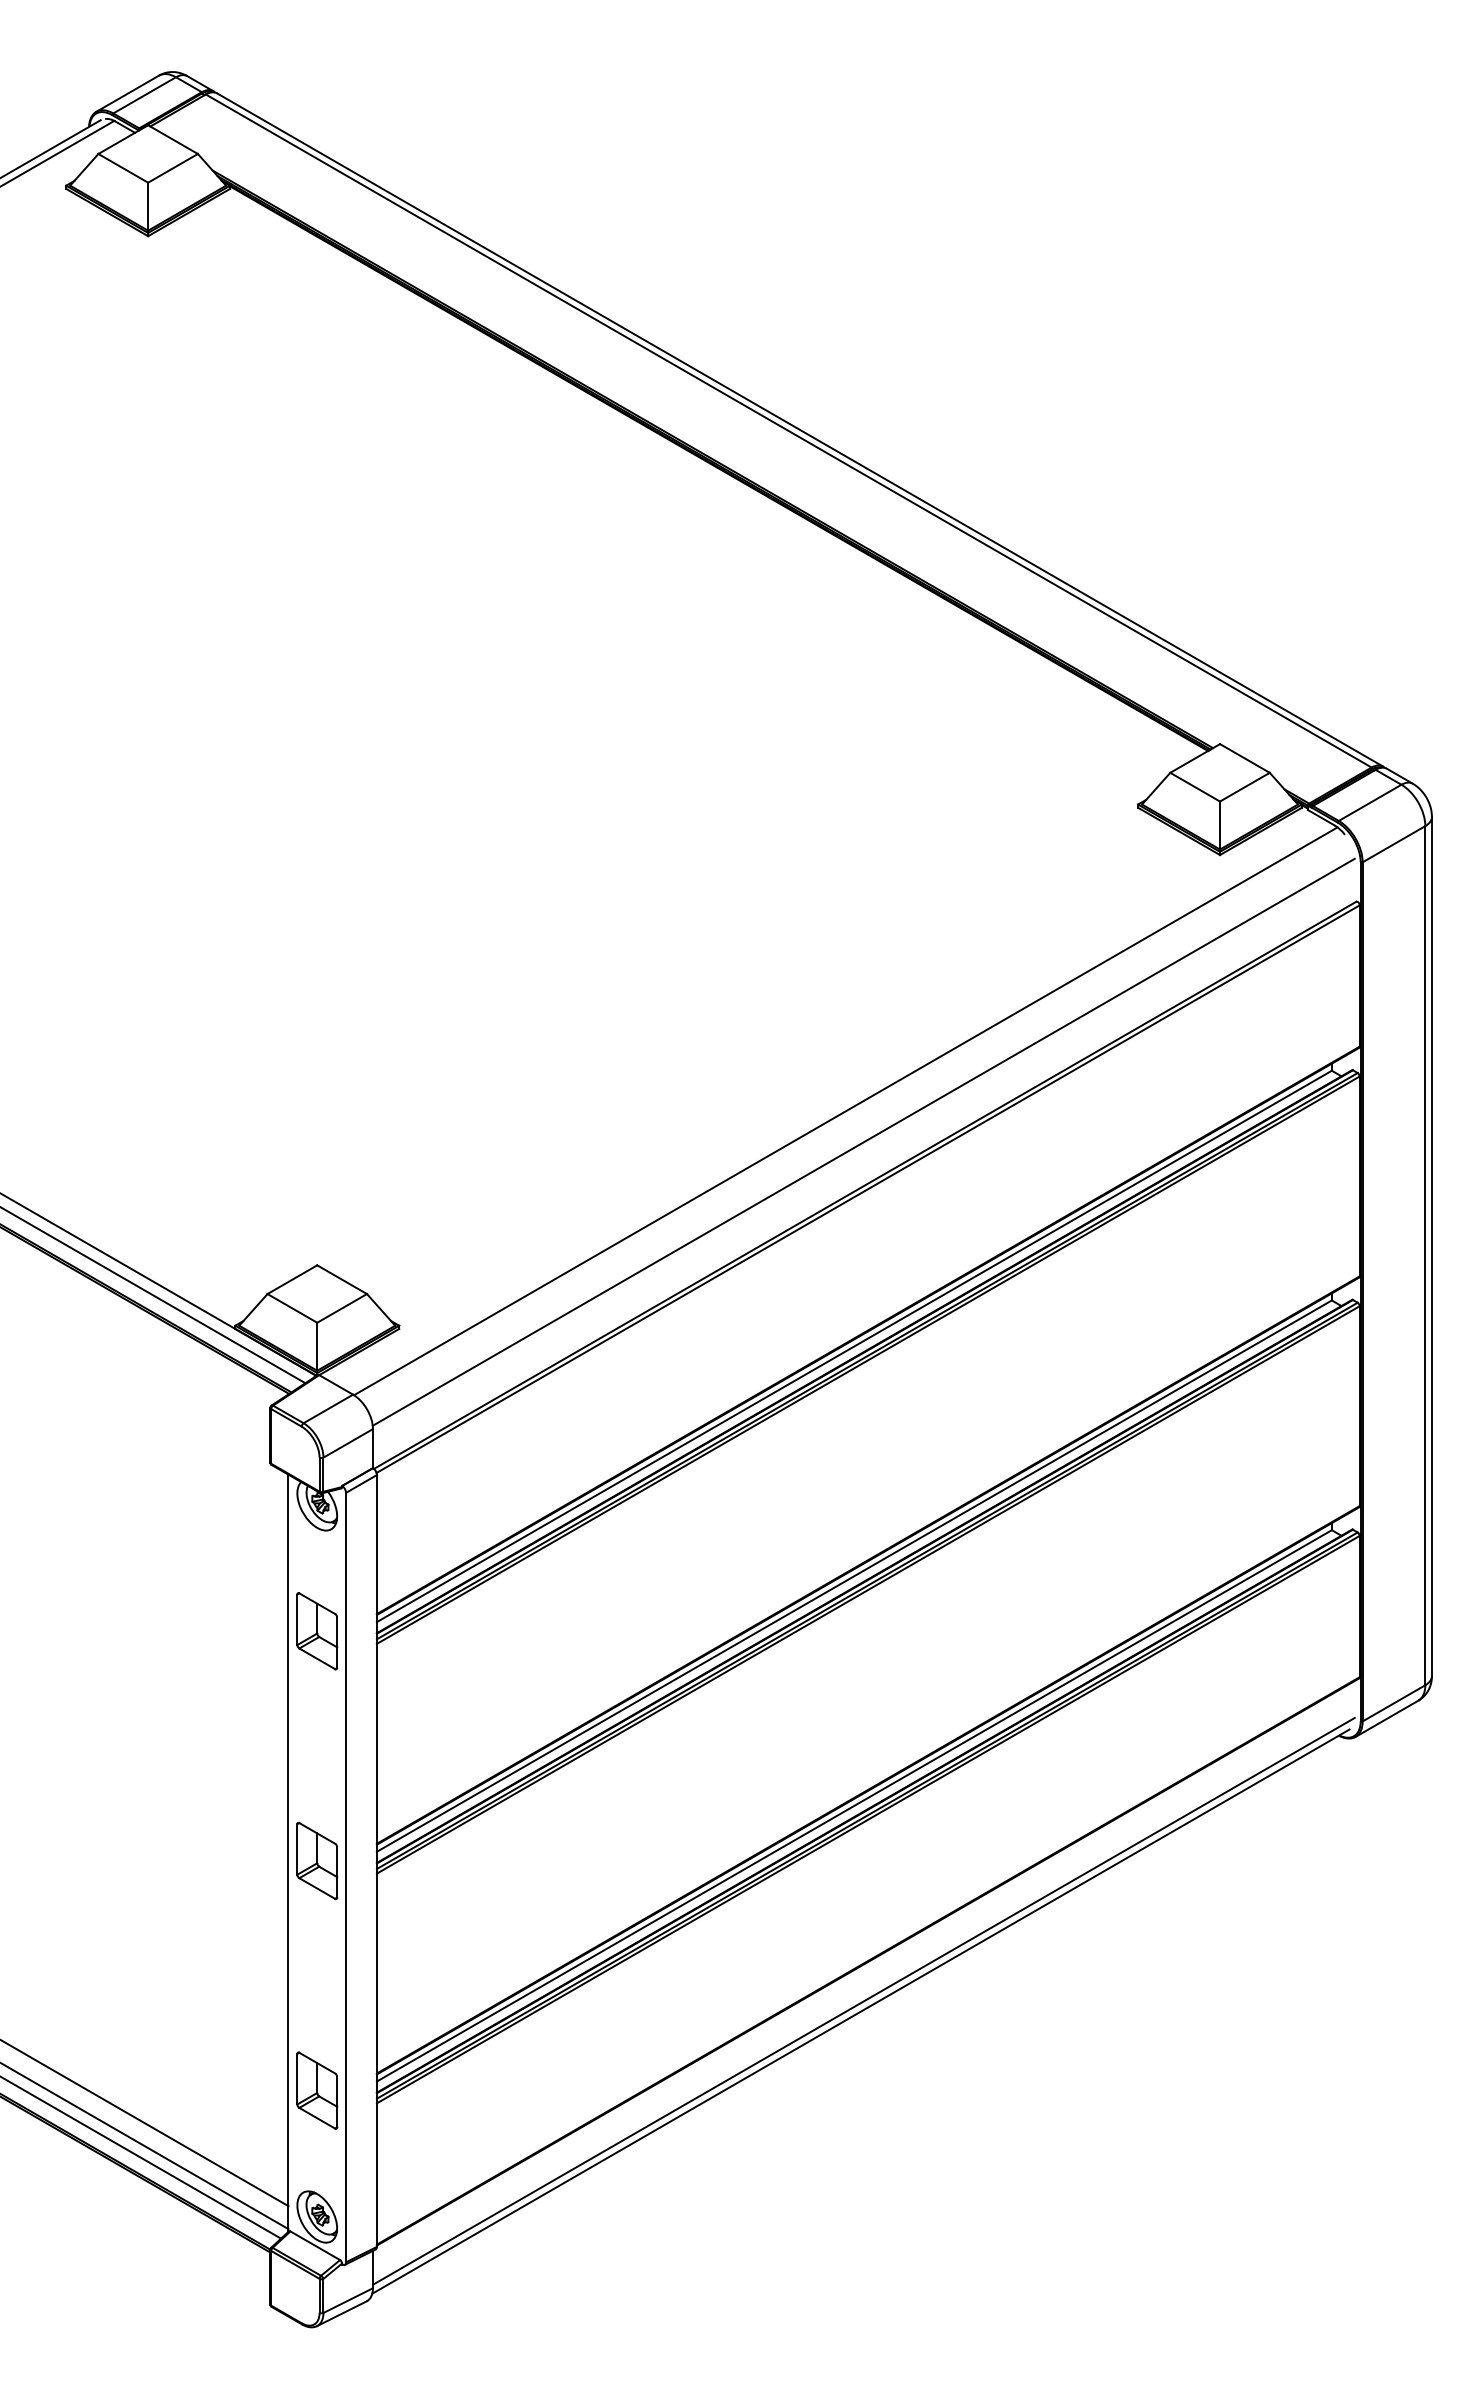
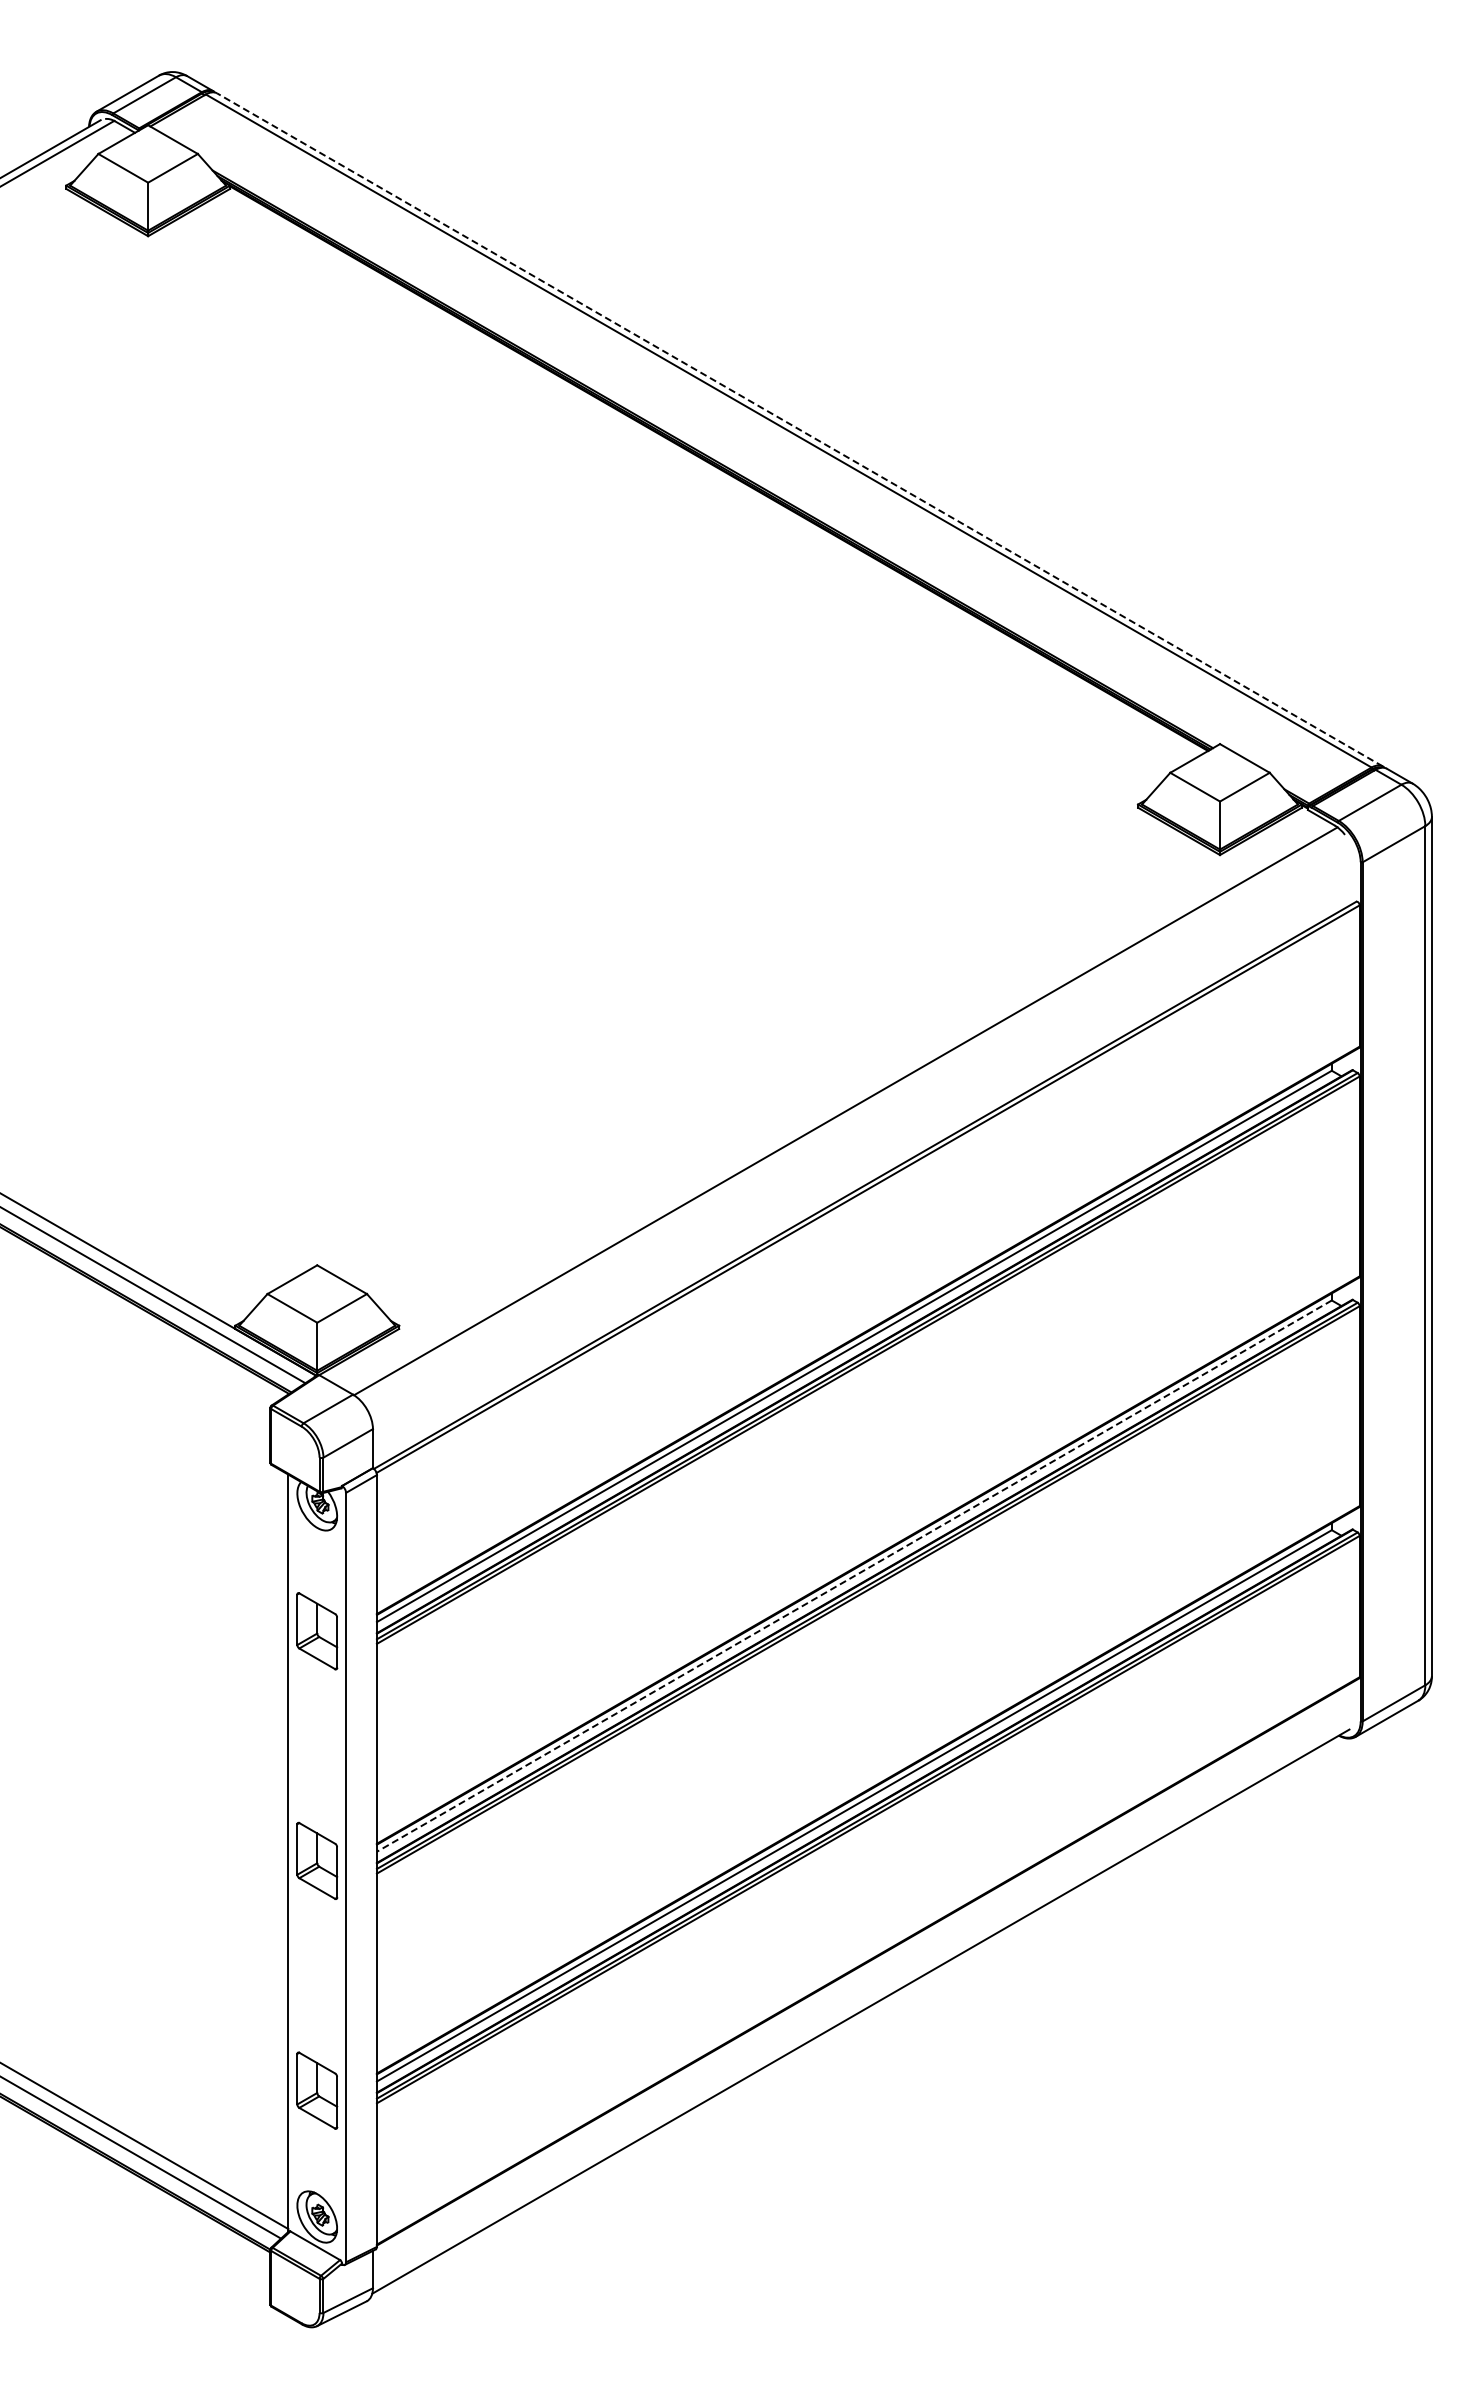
line at (799, 429): solid -> dashed
line at (863, 1141): present -> none
line at (853, 1576): solid -> dashed
line at (863, 2000): present -> none
line at (145, 2123): present -> none
